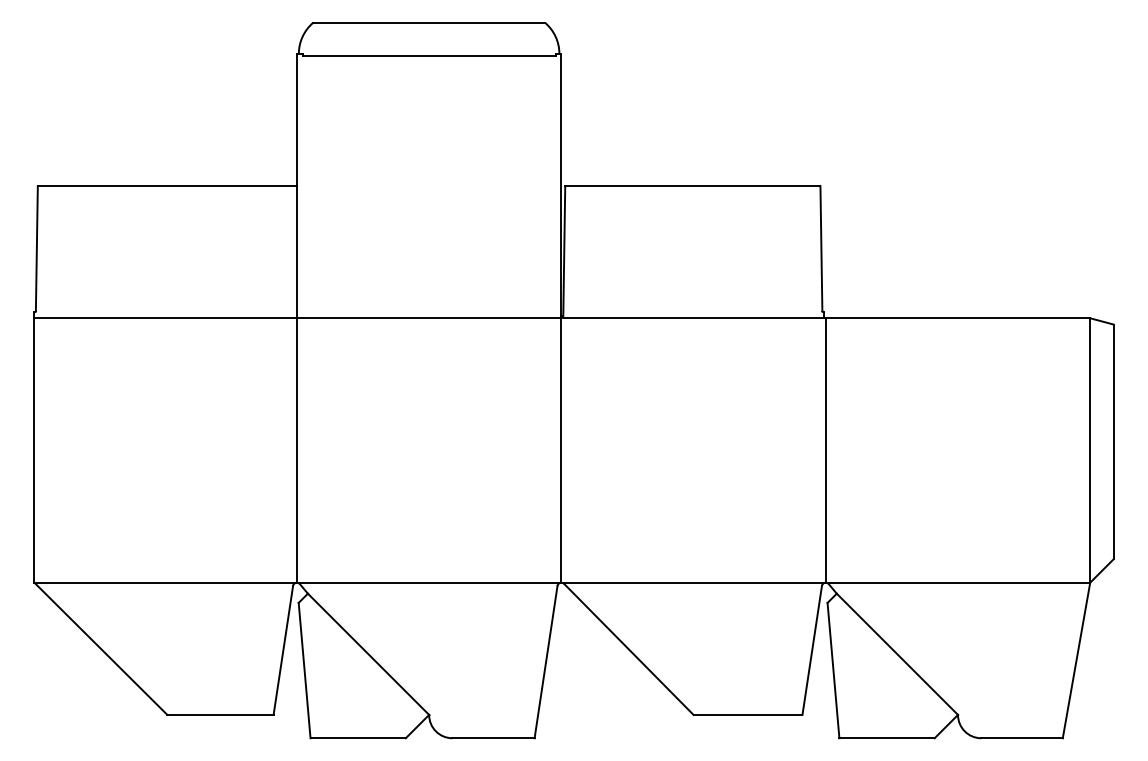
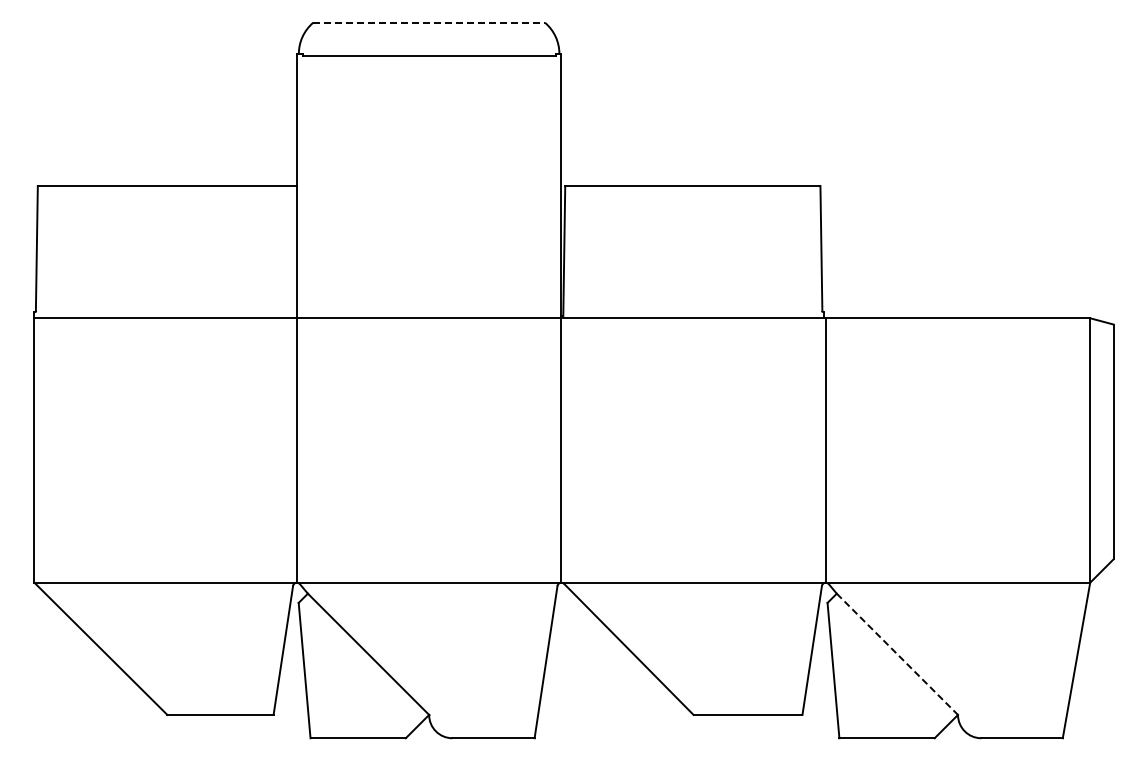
line at (429, 22): solid -> dashed
line at (897, 654): solid -> dashed
